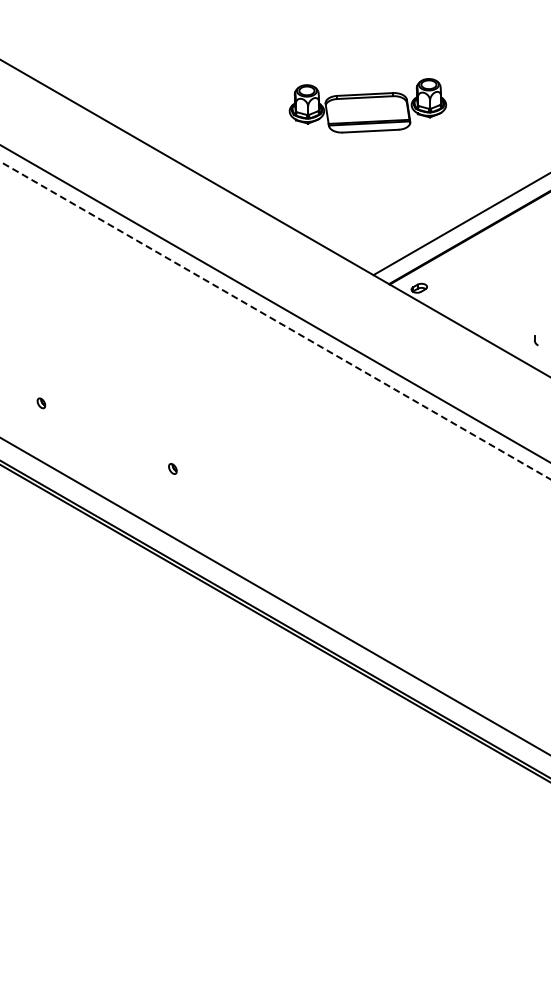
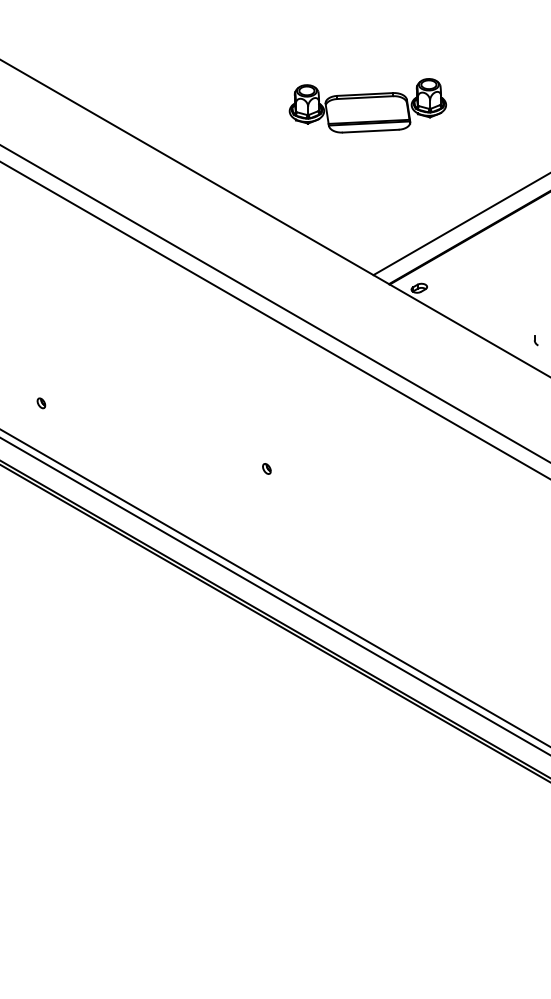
line at (276, 320): dashed -> solid
part at (172, 468) position: (172, 468) -> (266, 468)
line at (274, 587): none -> present
